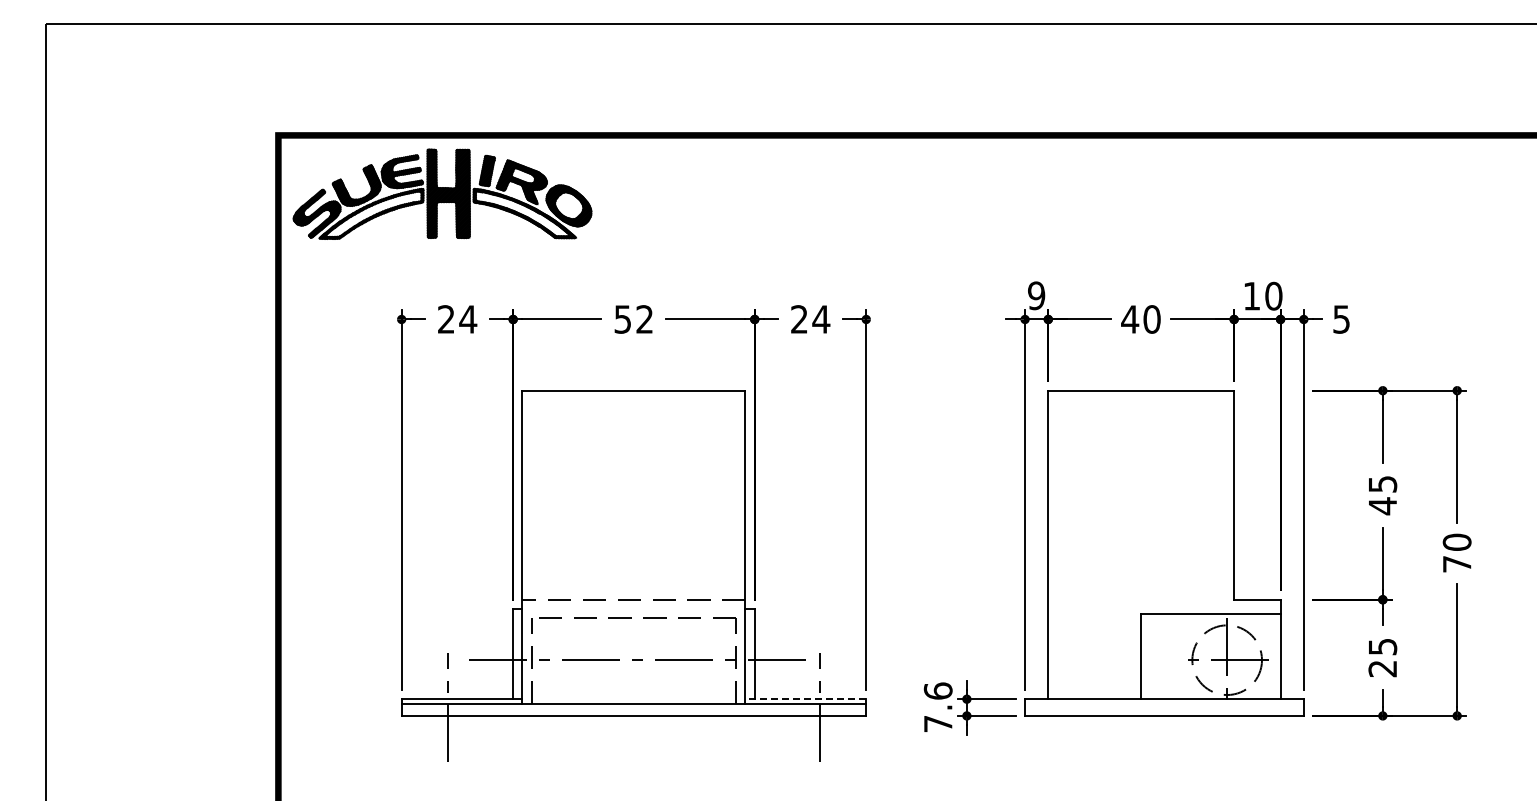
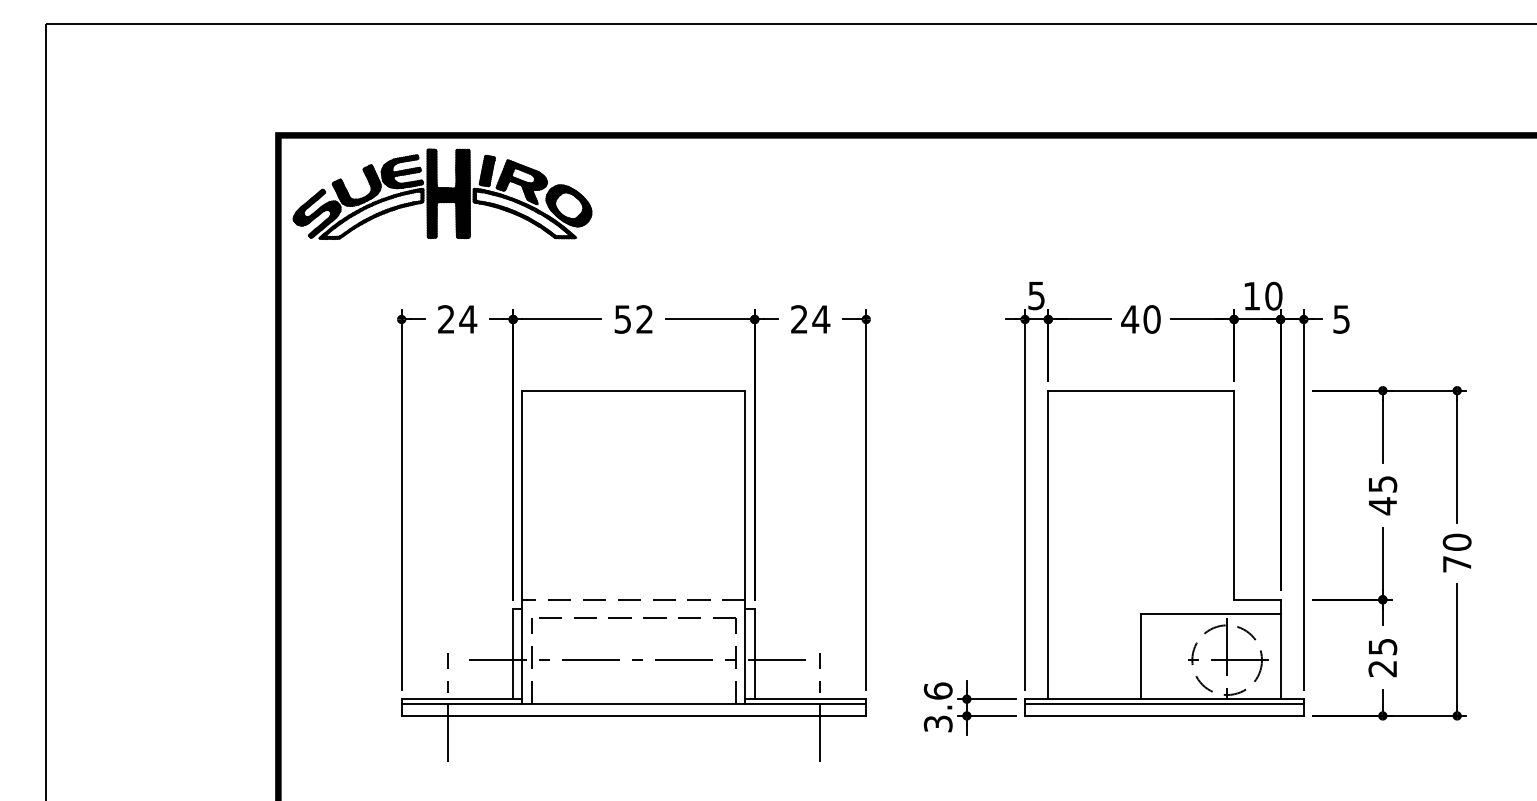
text at (1036, 295): 9 -> 5
line at (805, 699): dashed -> solid
line at (1164, 703): none -> present
text at (937, 723): 7.6 -> 3.6
